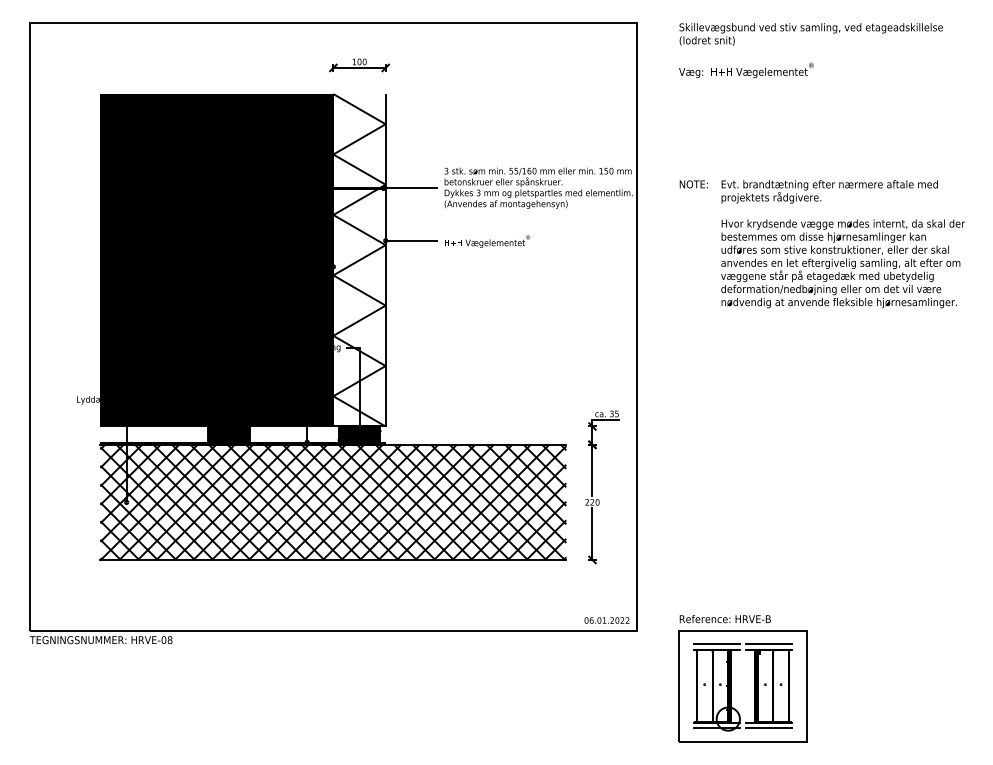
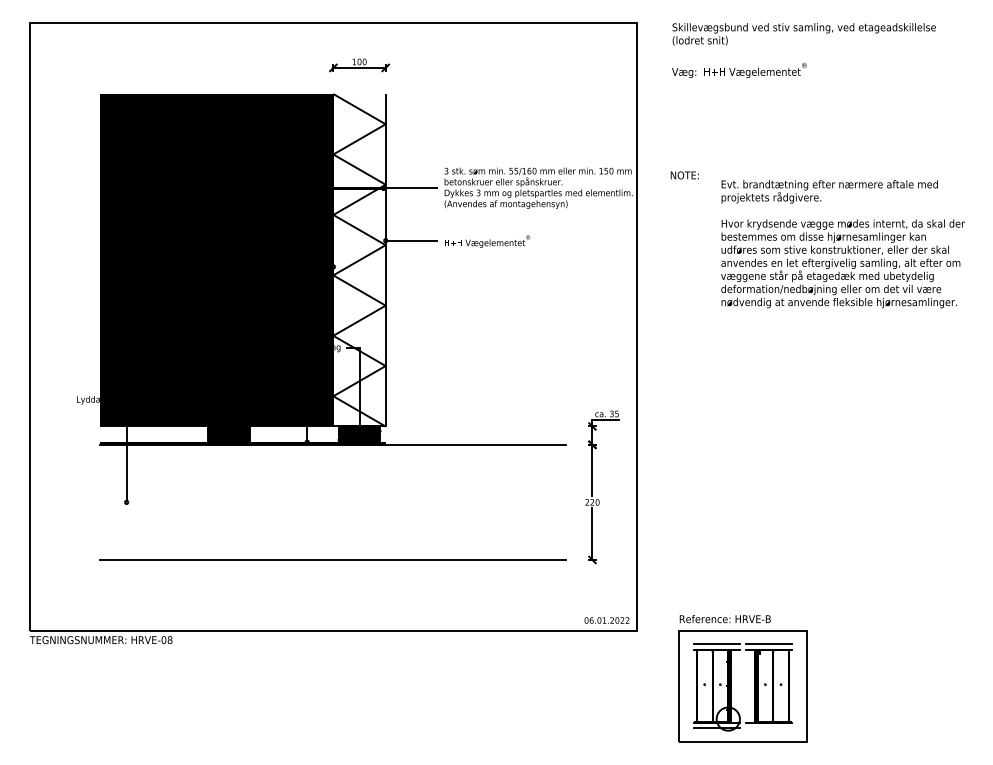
text at (810, 50) position: (810, 50) -> (803, 50)
text at (693, 184) position: (693, 184) -> (684, 175)
hatch at (333, 501): present -> none
line at (768, 728): present -> none
